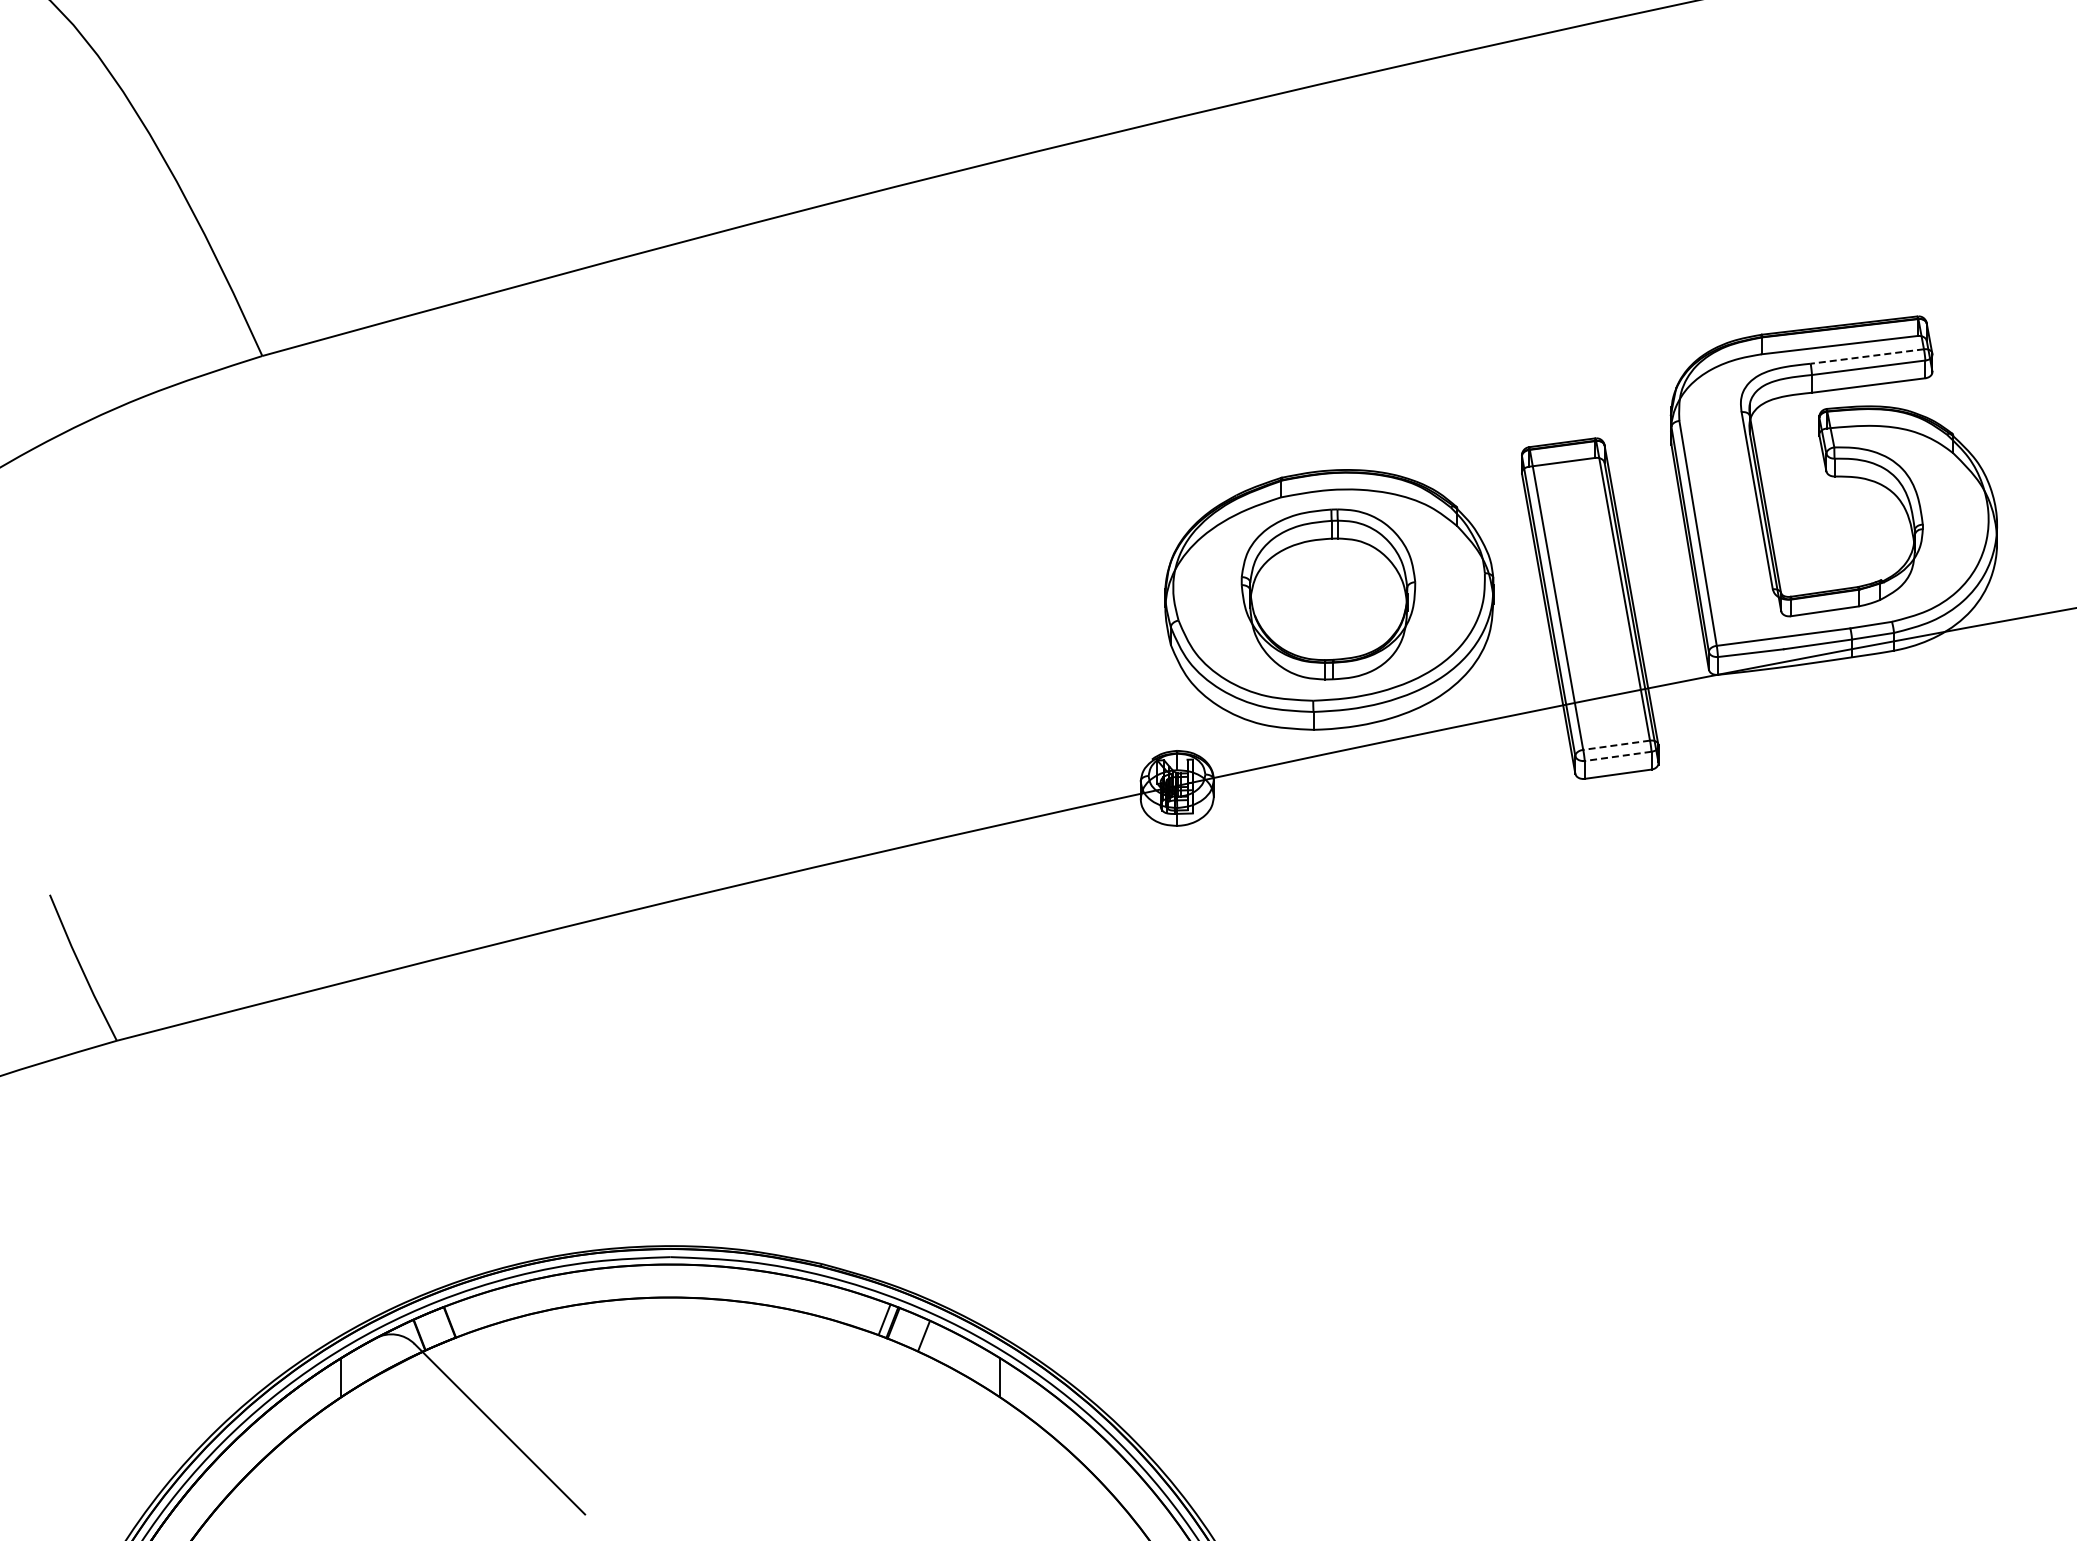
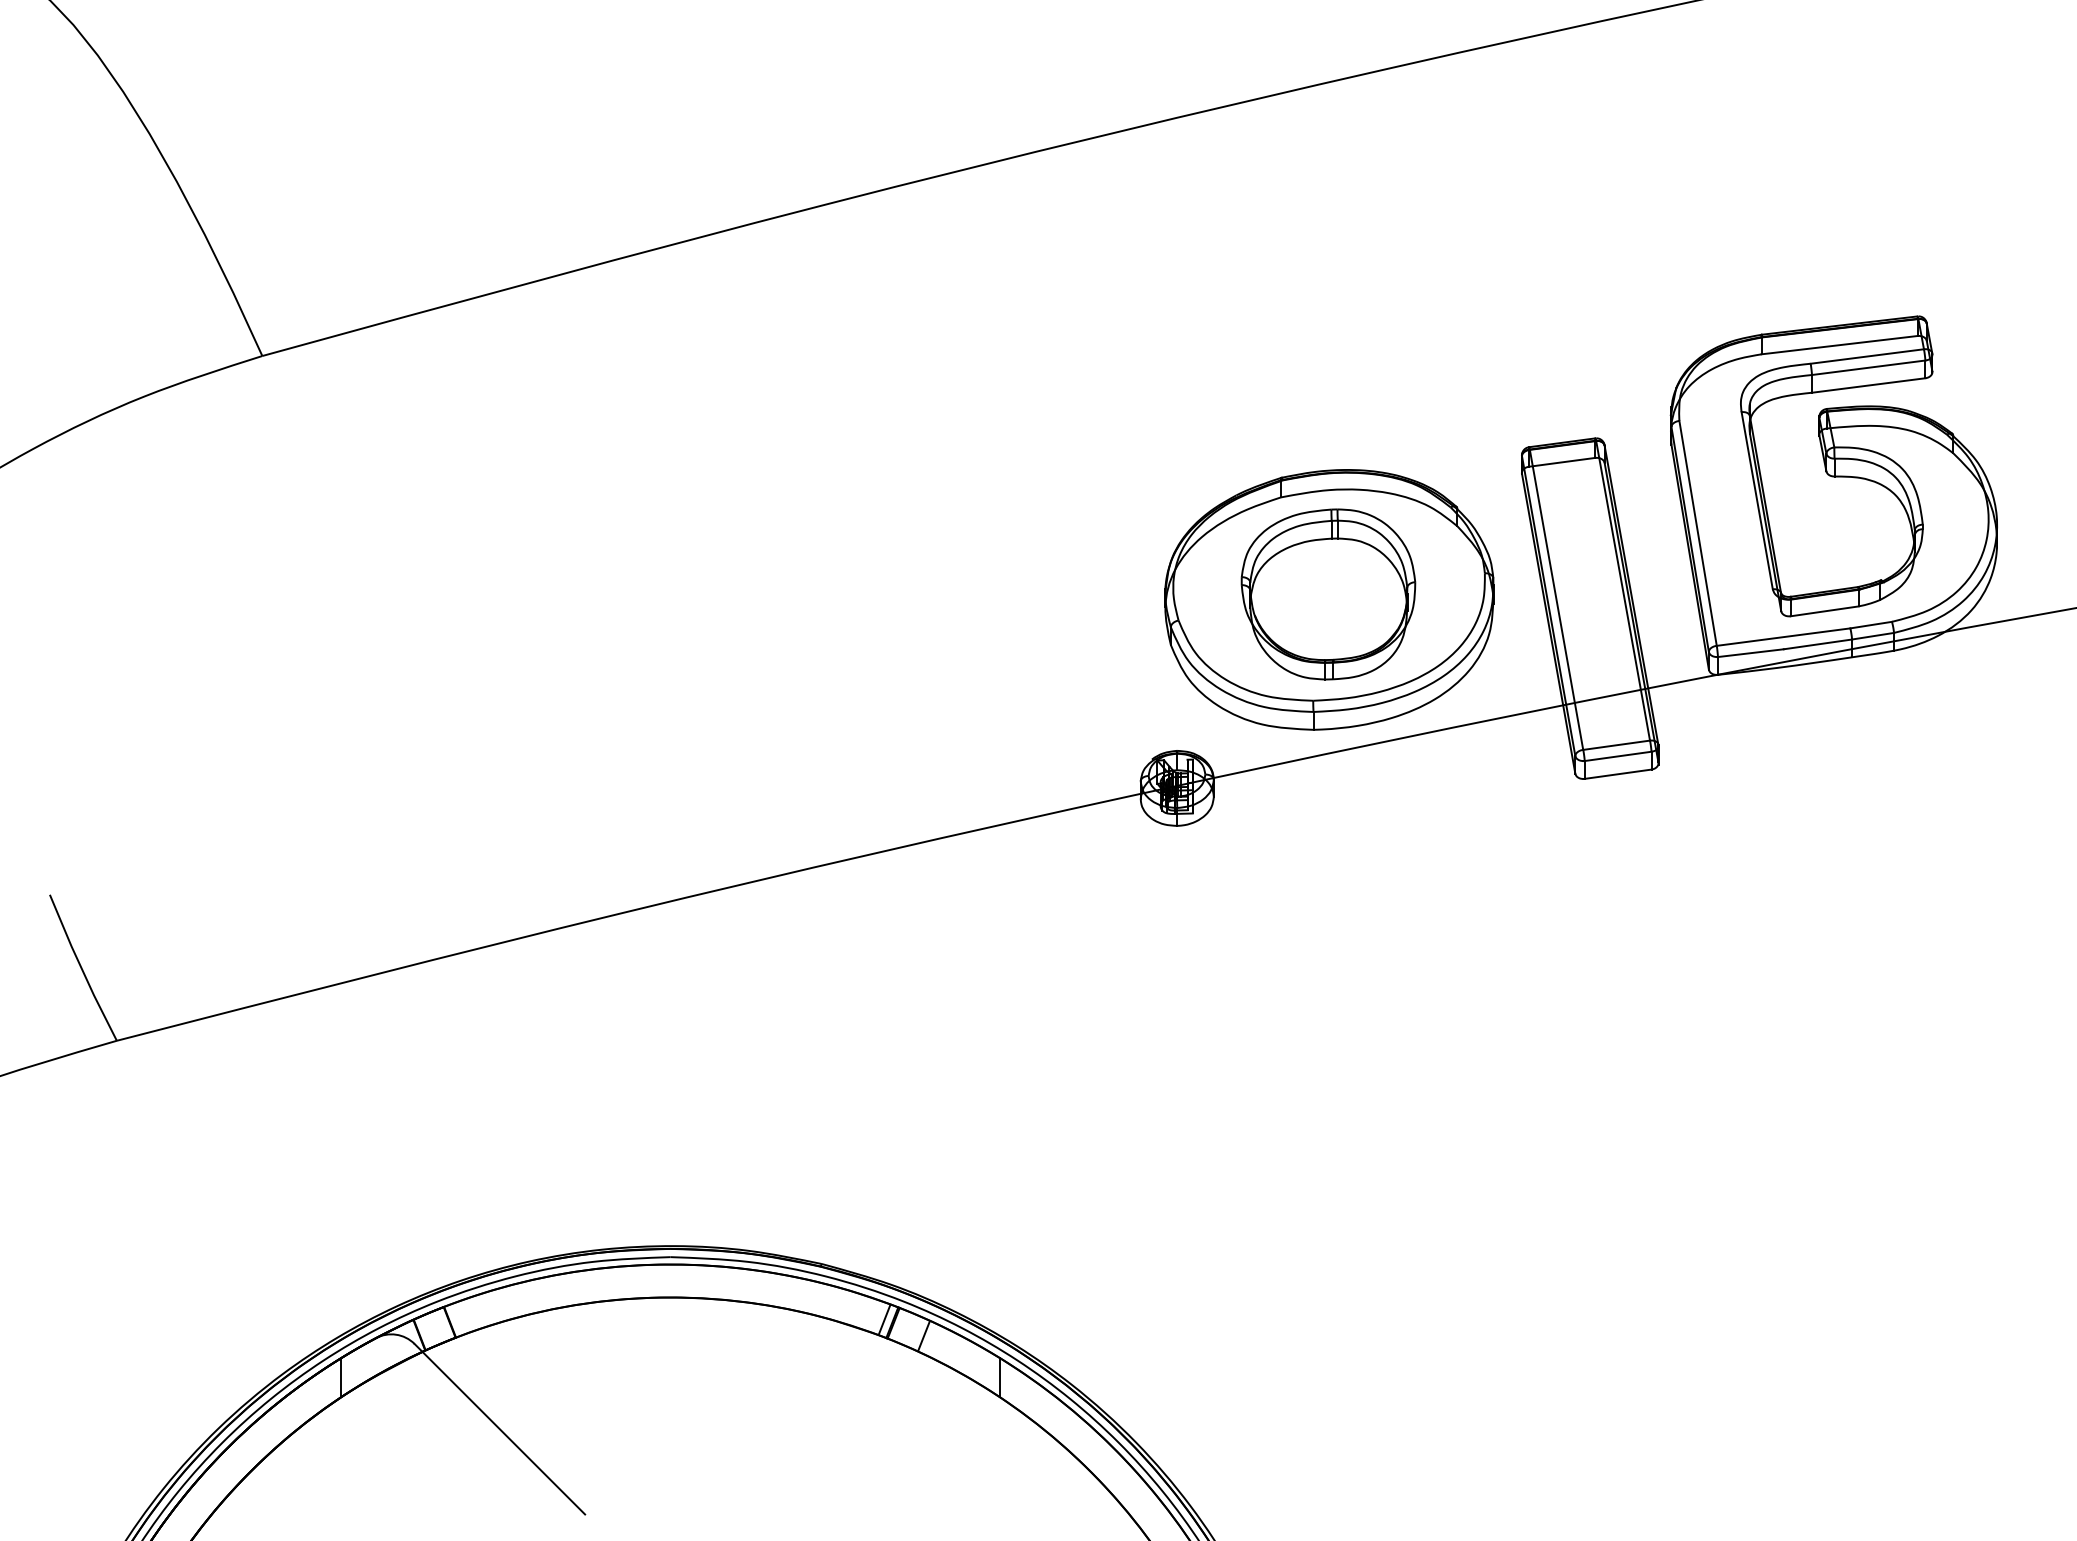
line at (1866, 356): dashed -> solid
line at (1616, 745): dashed -> solid
line at (1618, 756): dashed -> solid
